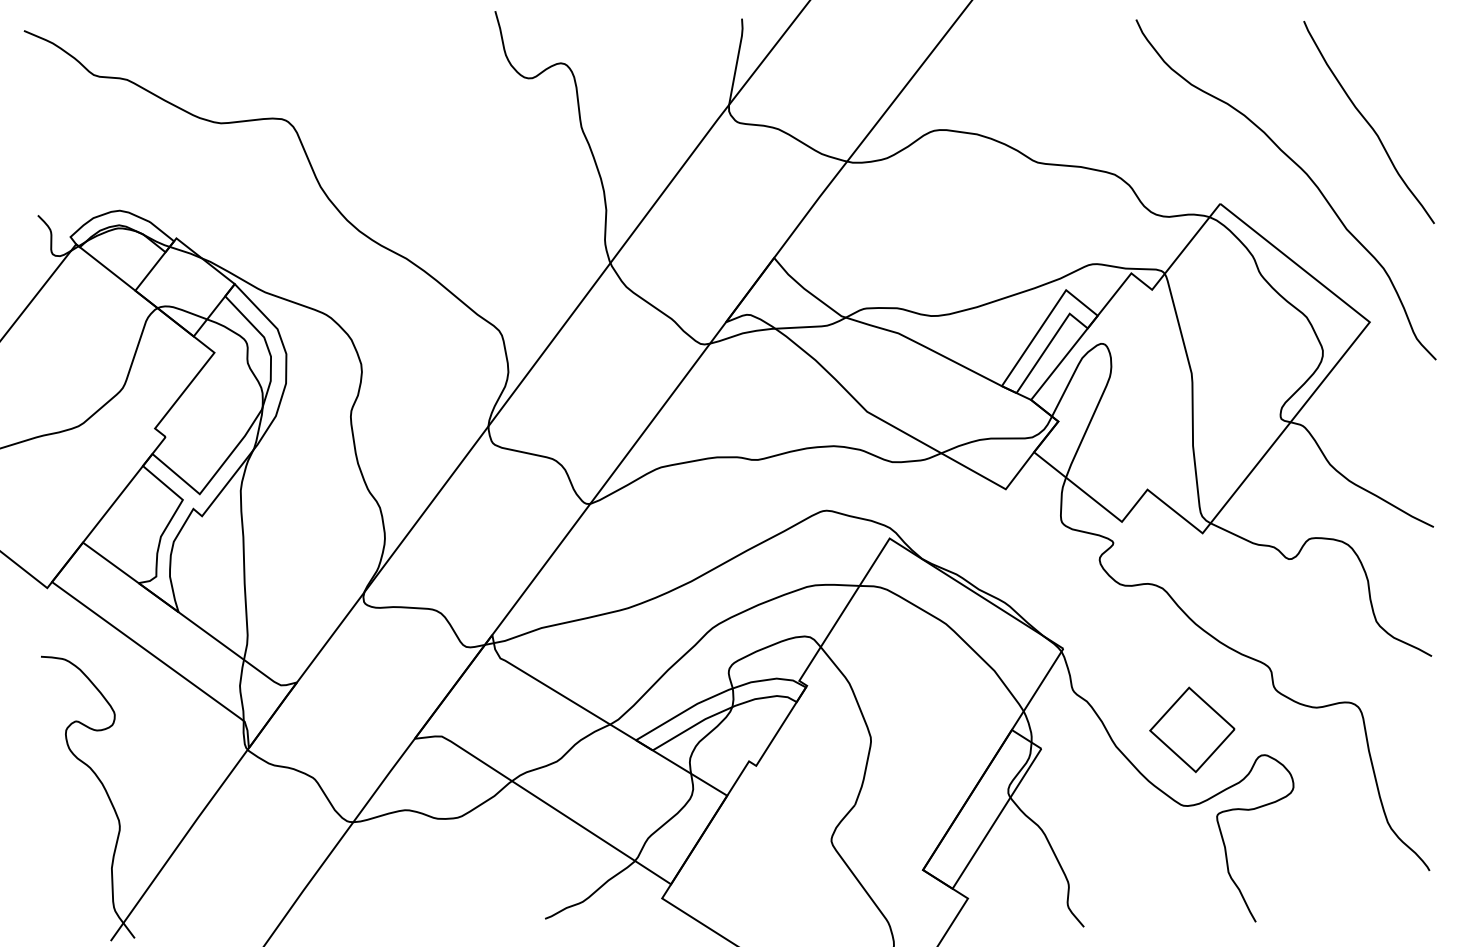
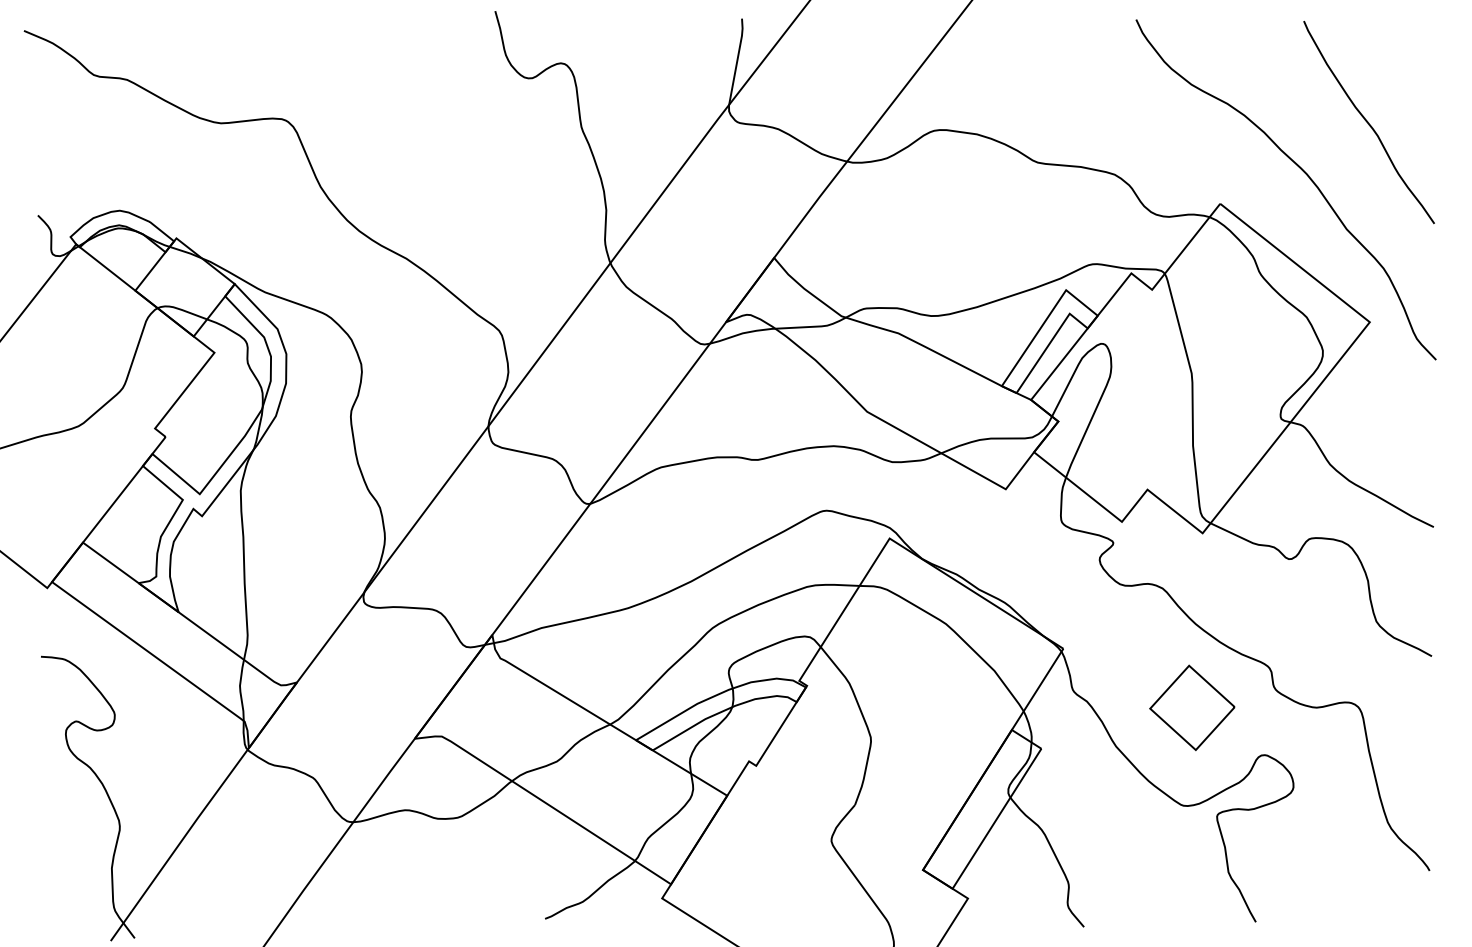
part at (1192, 729) position: (1192, 729) -> (1192, 707)
